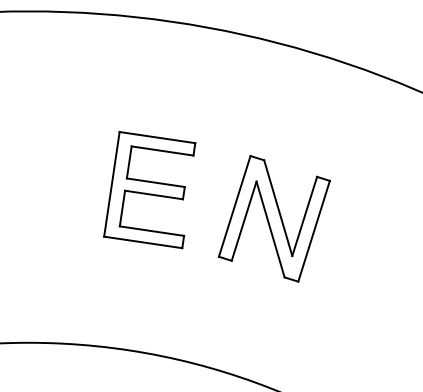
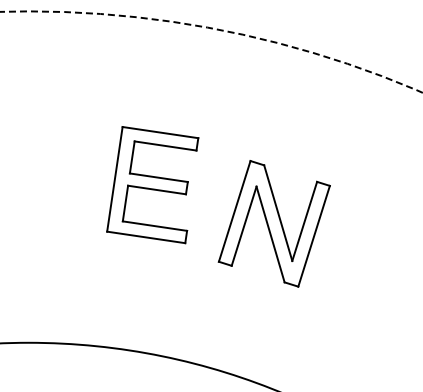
arc at (219, 29): solid -> dashed
part at (149, 190) position: (149, 190) -> (152, 185)
part at (273, 218) position: (273, 218) -> (273, 223)
